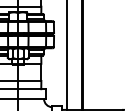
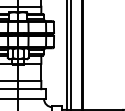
line at (71, 54): none -> present
